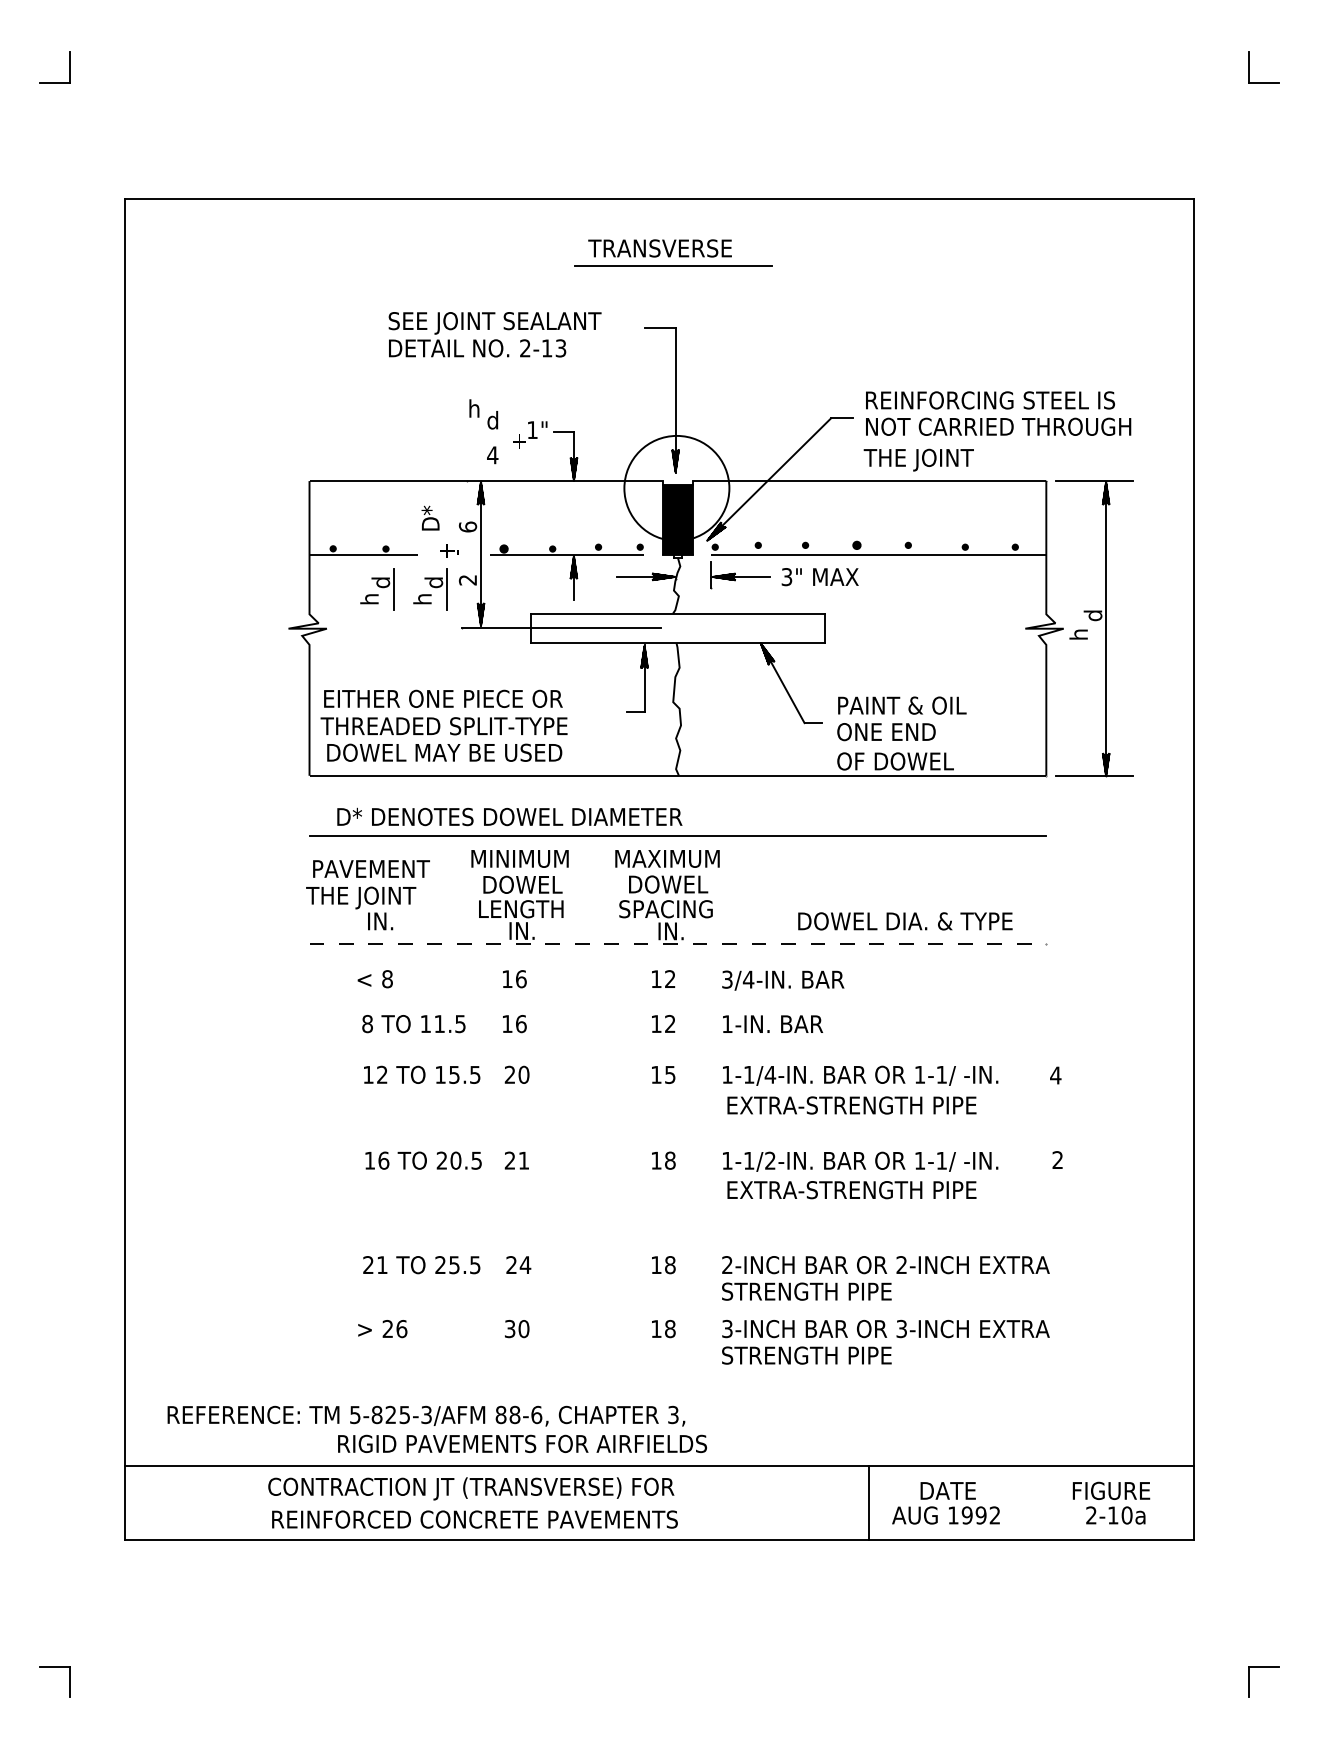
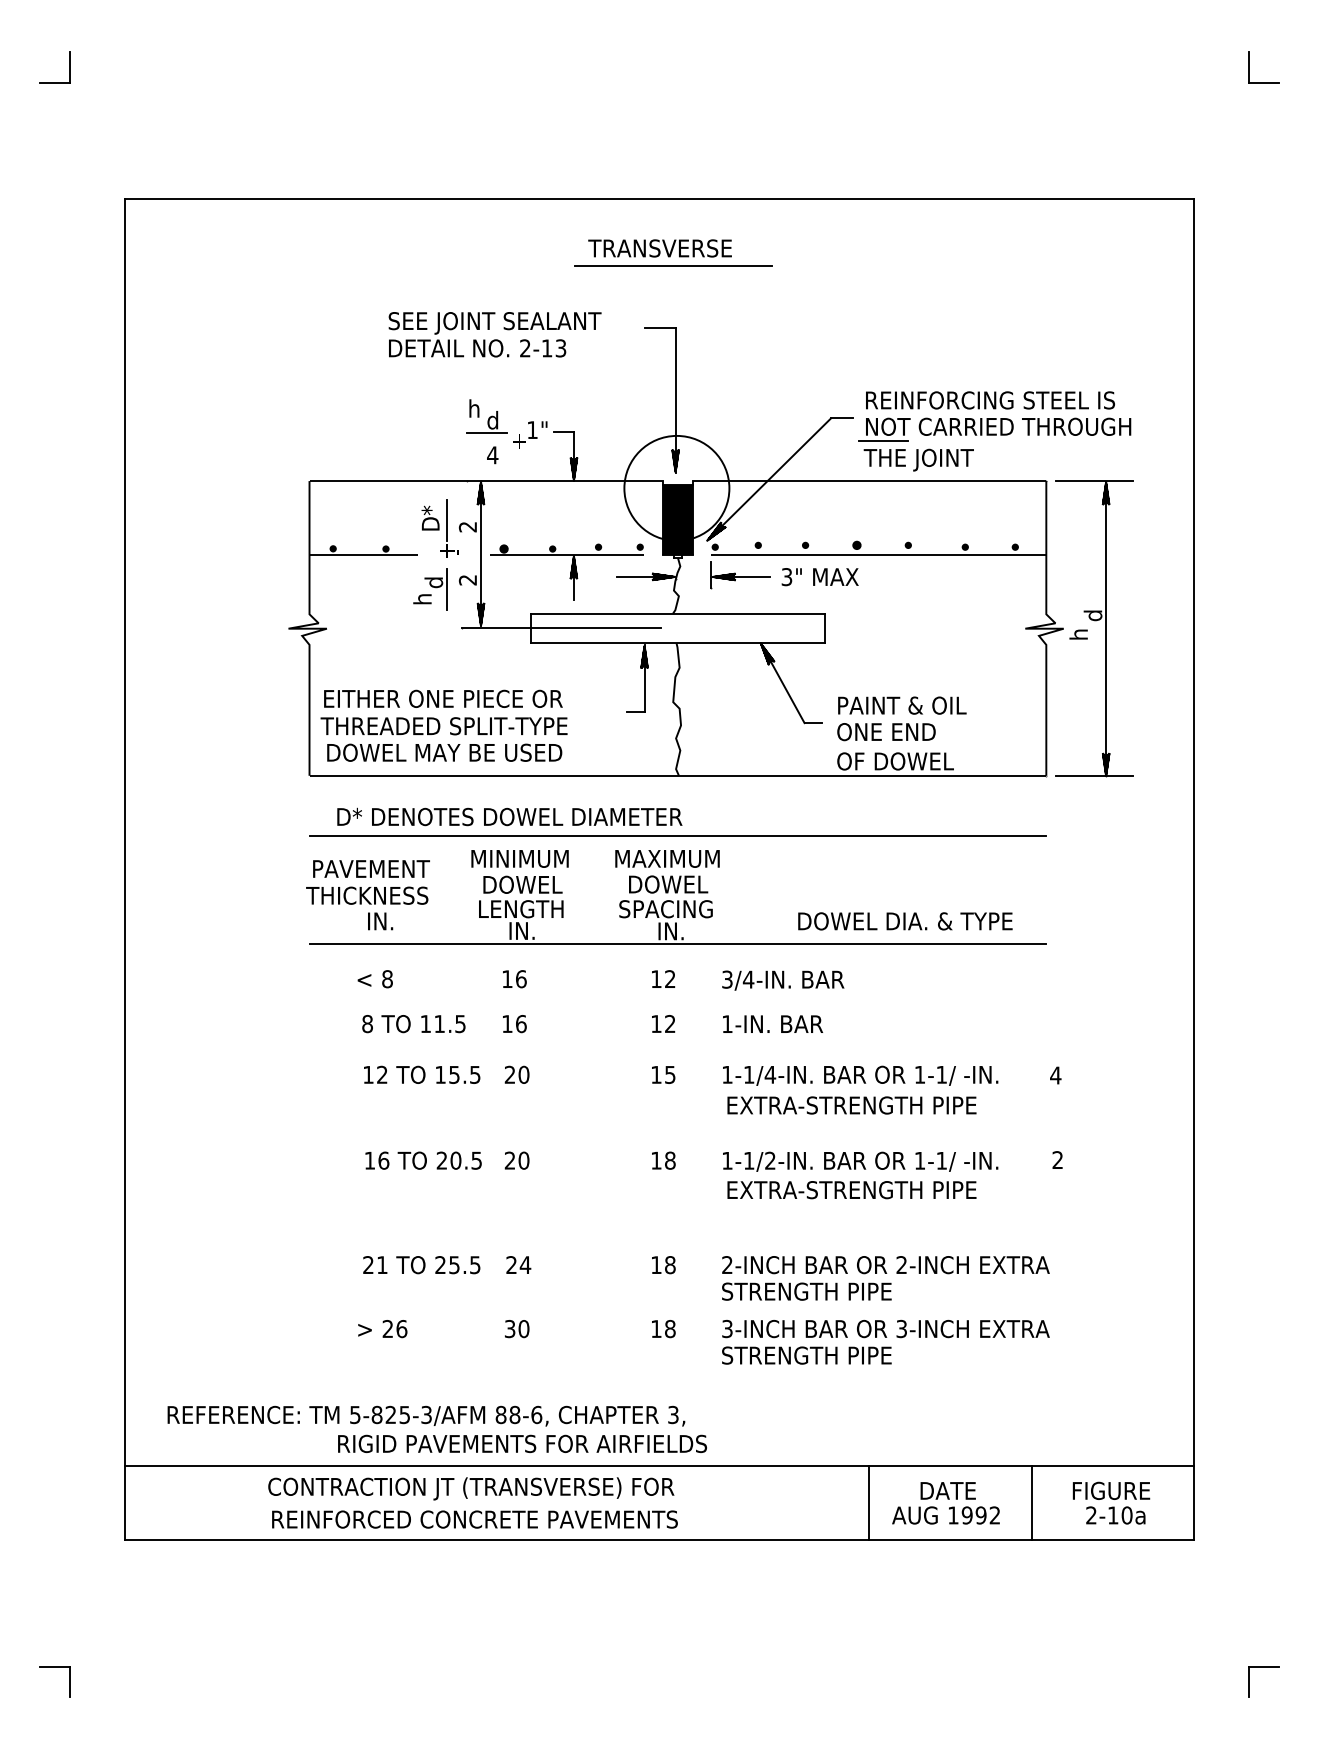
line at (486, 433): none -> present
line at (883, 441): none -> present
line at (446, 520): none -> present
text at (467, 526): 6 -> 2
part at (377, 589): present -> none
text at (384, 897): THE JOINT -> THICKNESS
line at (678, 943): dashed -> solid
text at (523, 1160): 21 -> 20
line at (1031, 1503): none -> present
